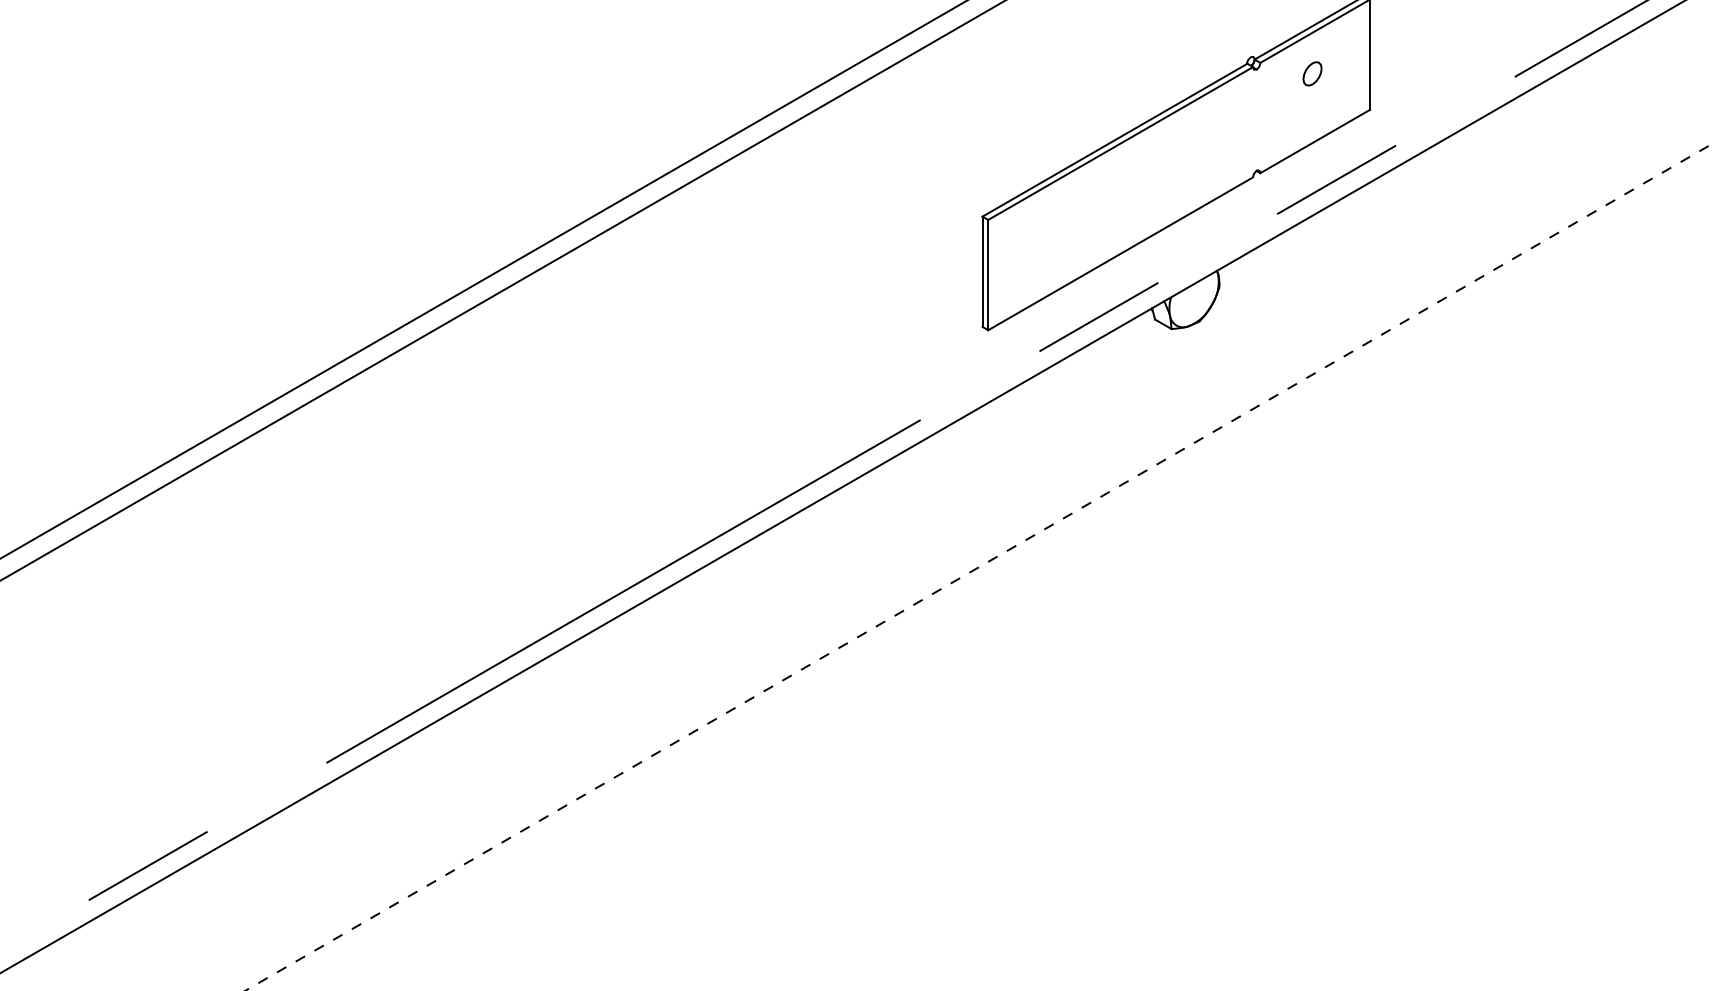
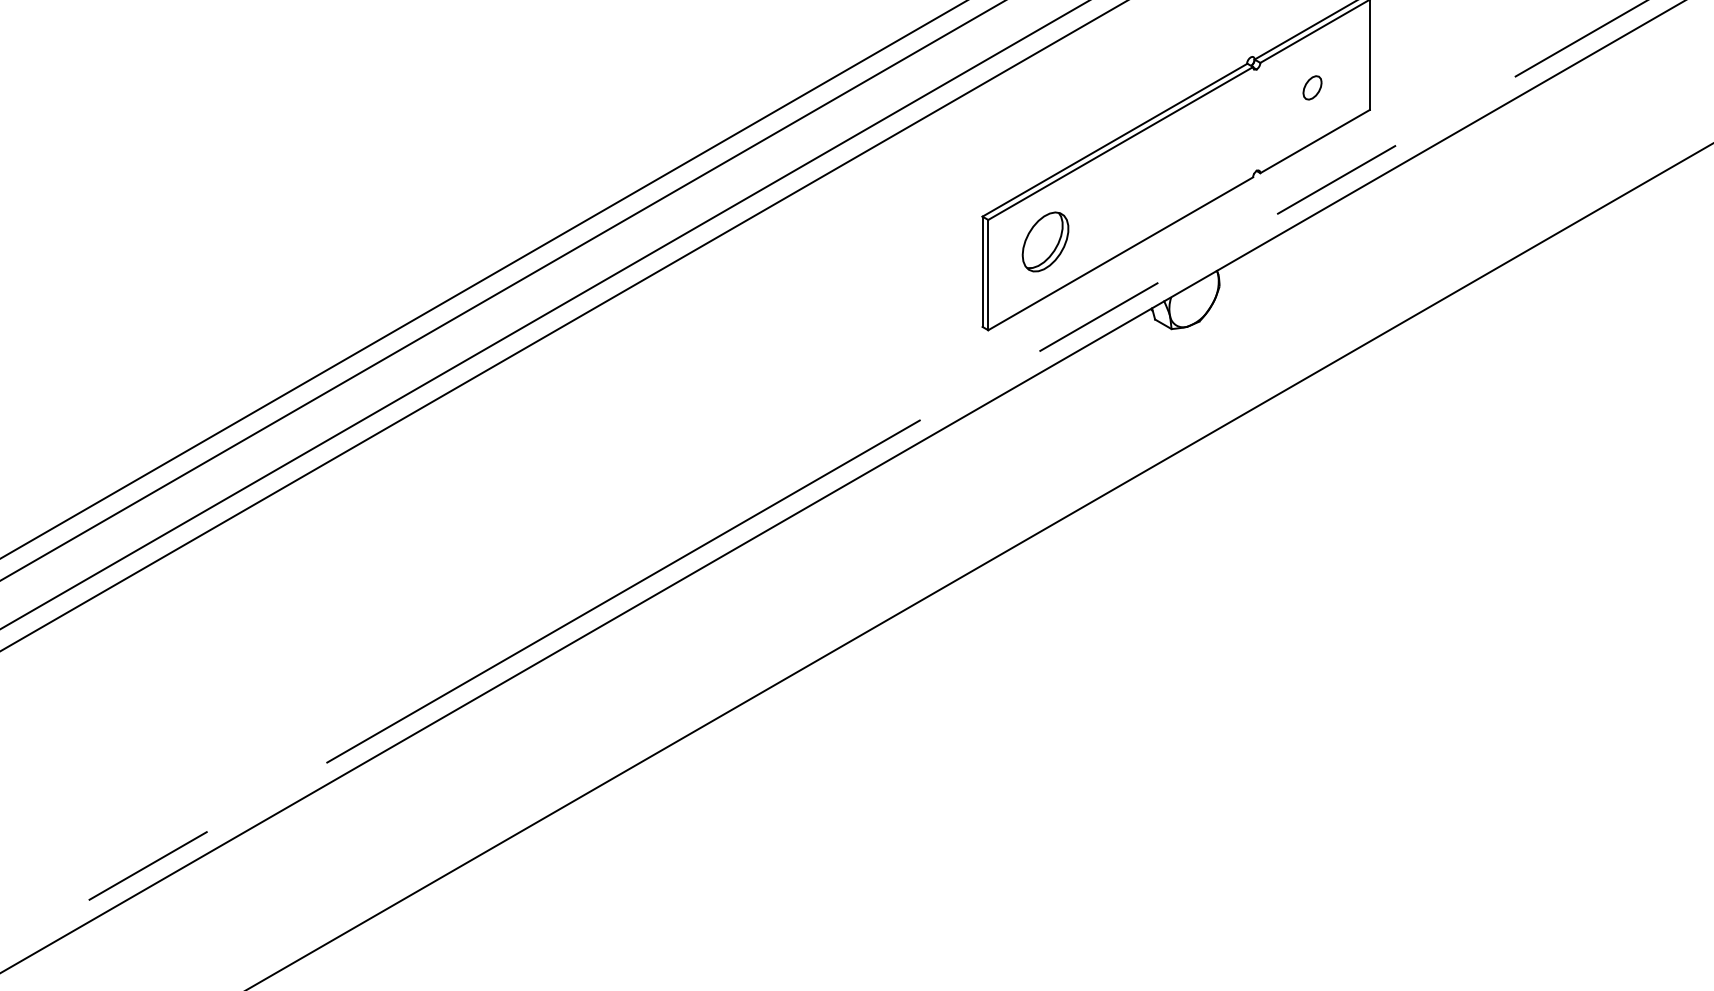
part at (1312, 73) position: (1312, 73) -> (1312, 87)
part at (1045, 241): none -> present
line at (544, 314): none -> present
line at (563, 325): none -> present
line at (978, 567): dashed -> solid
